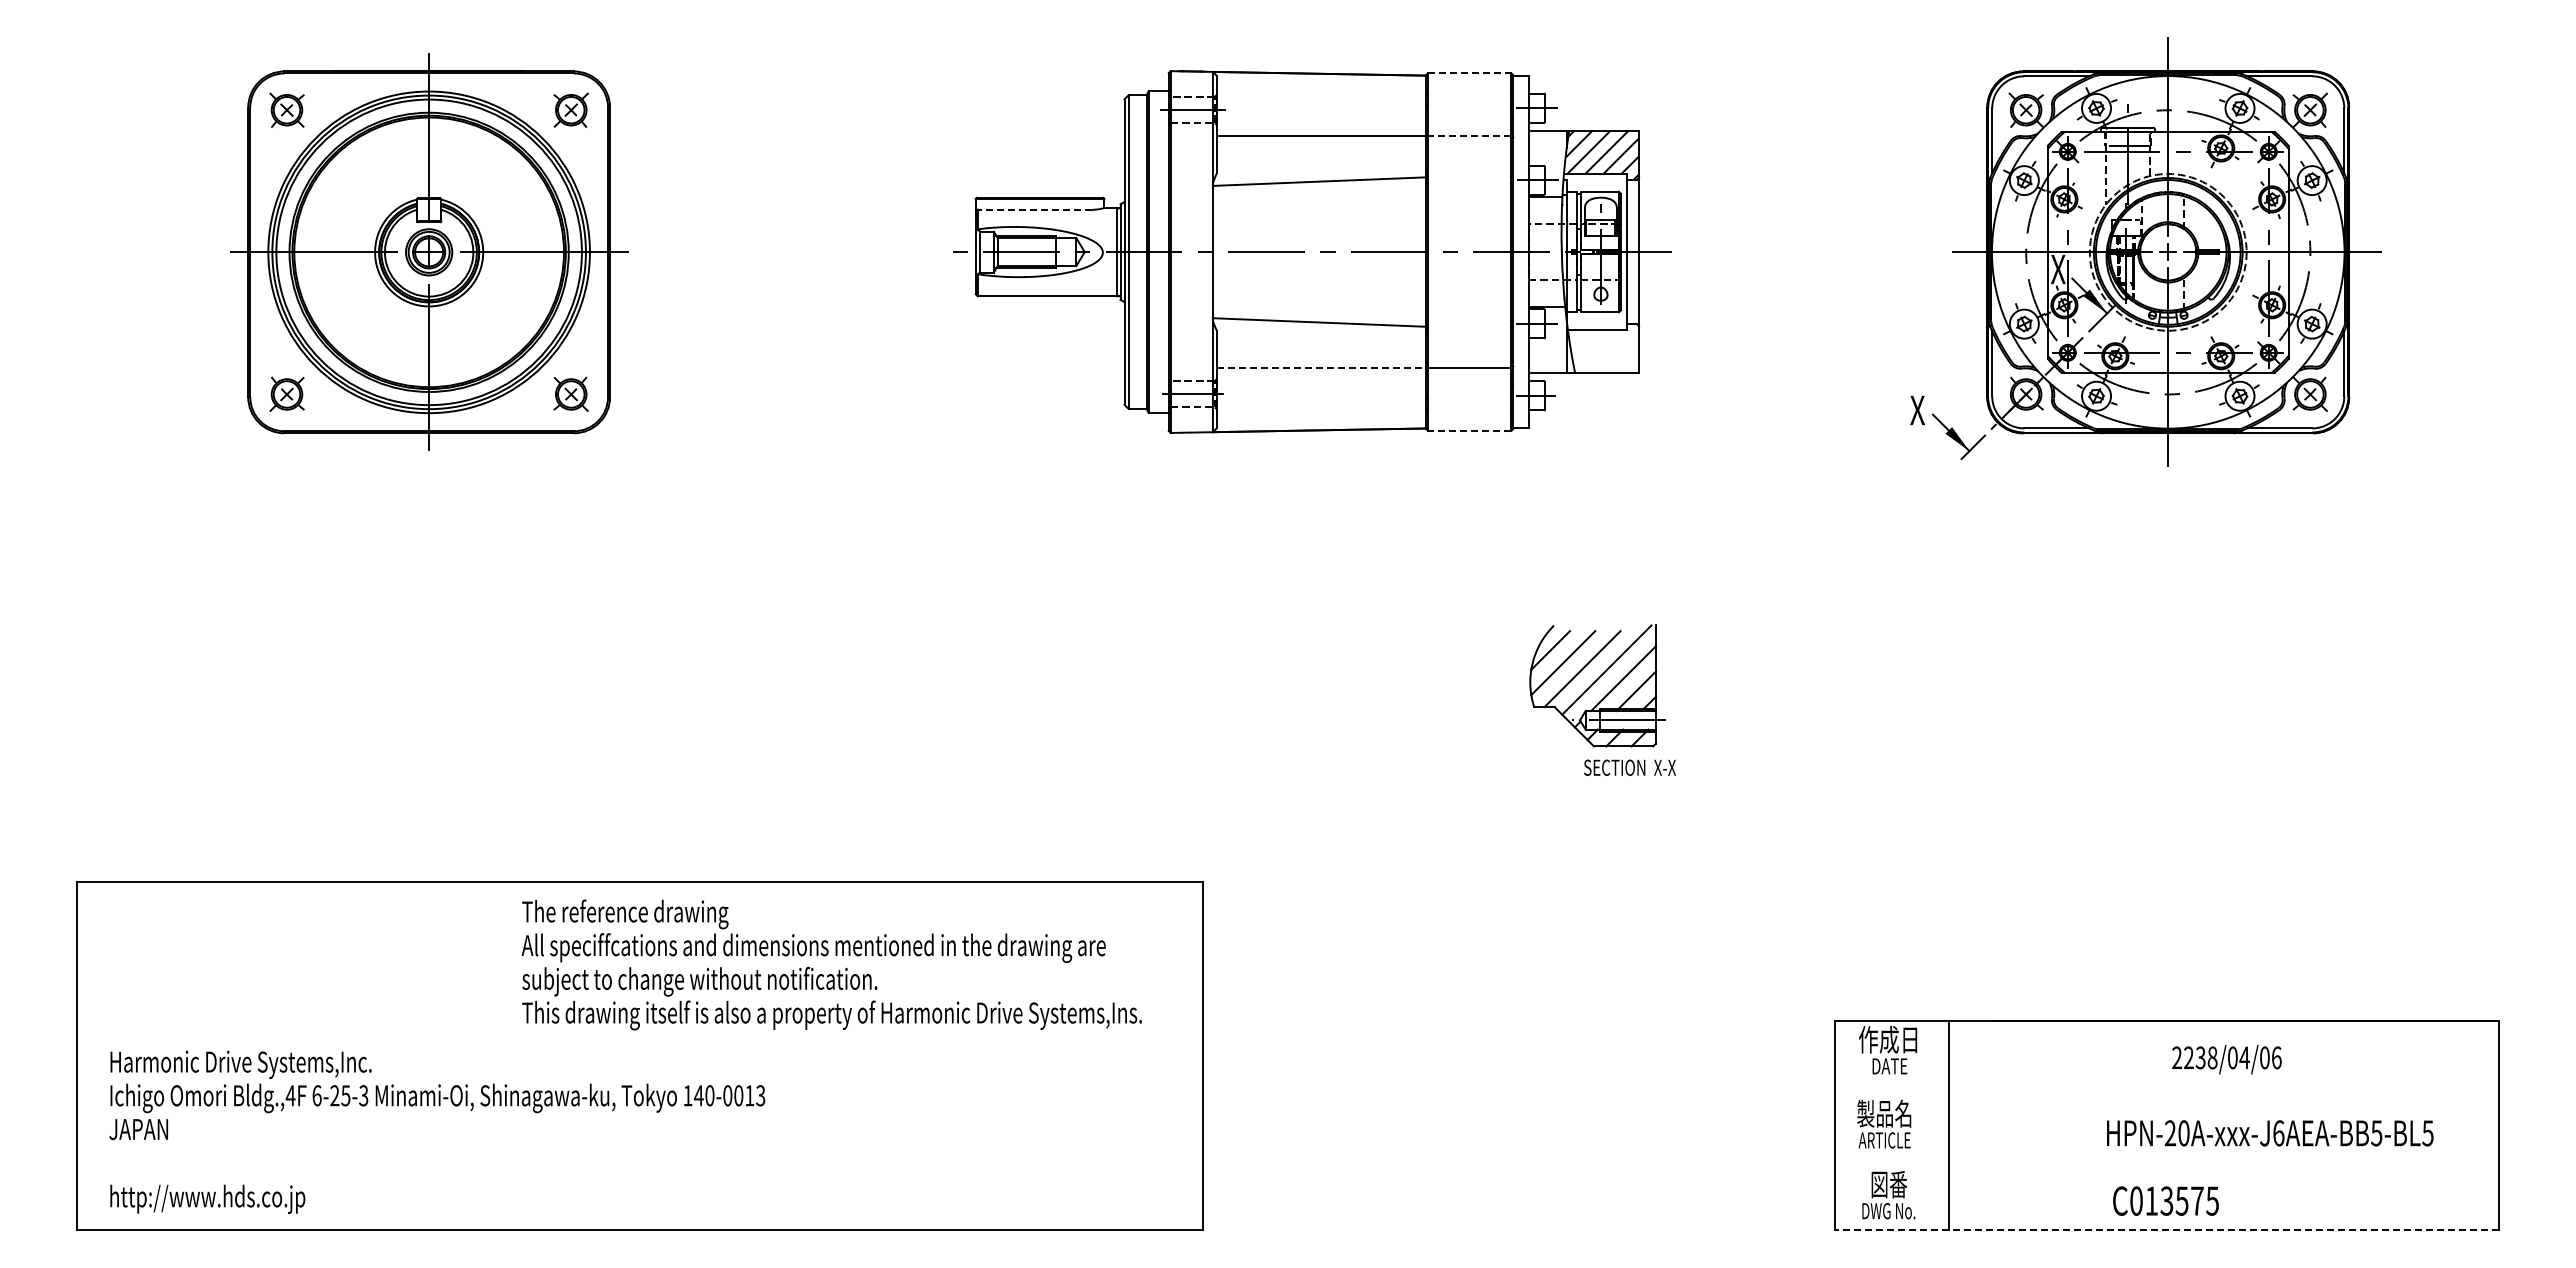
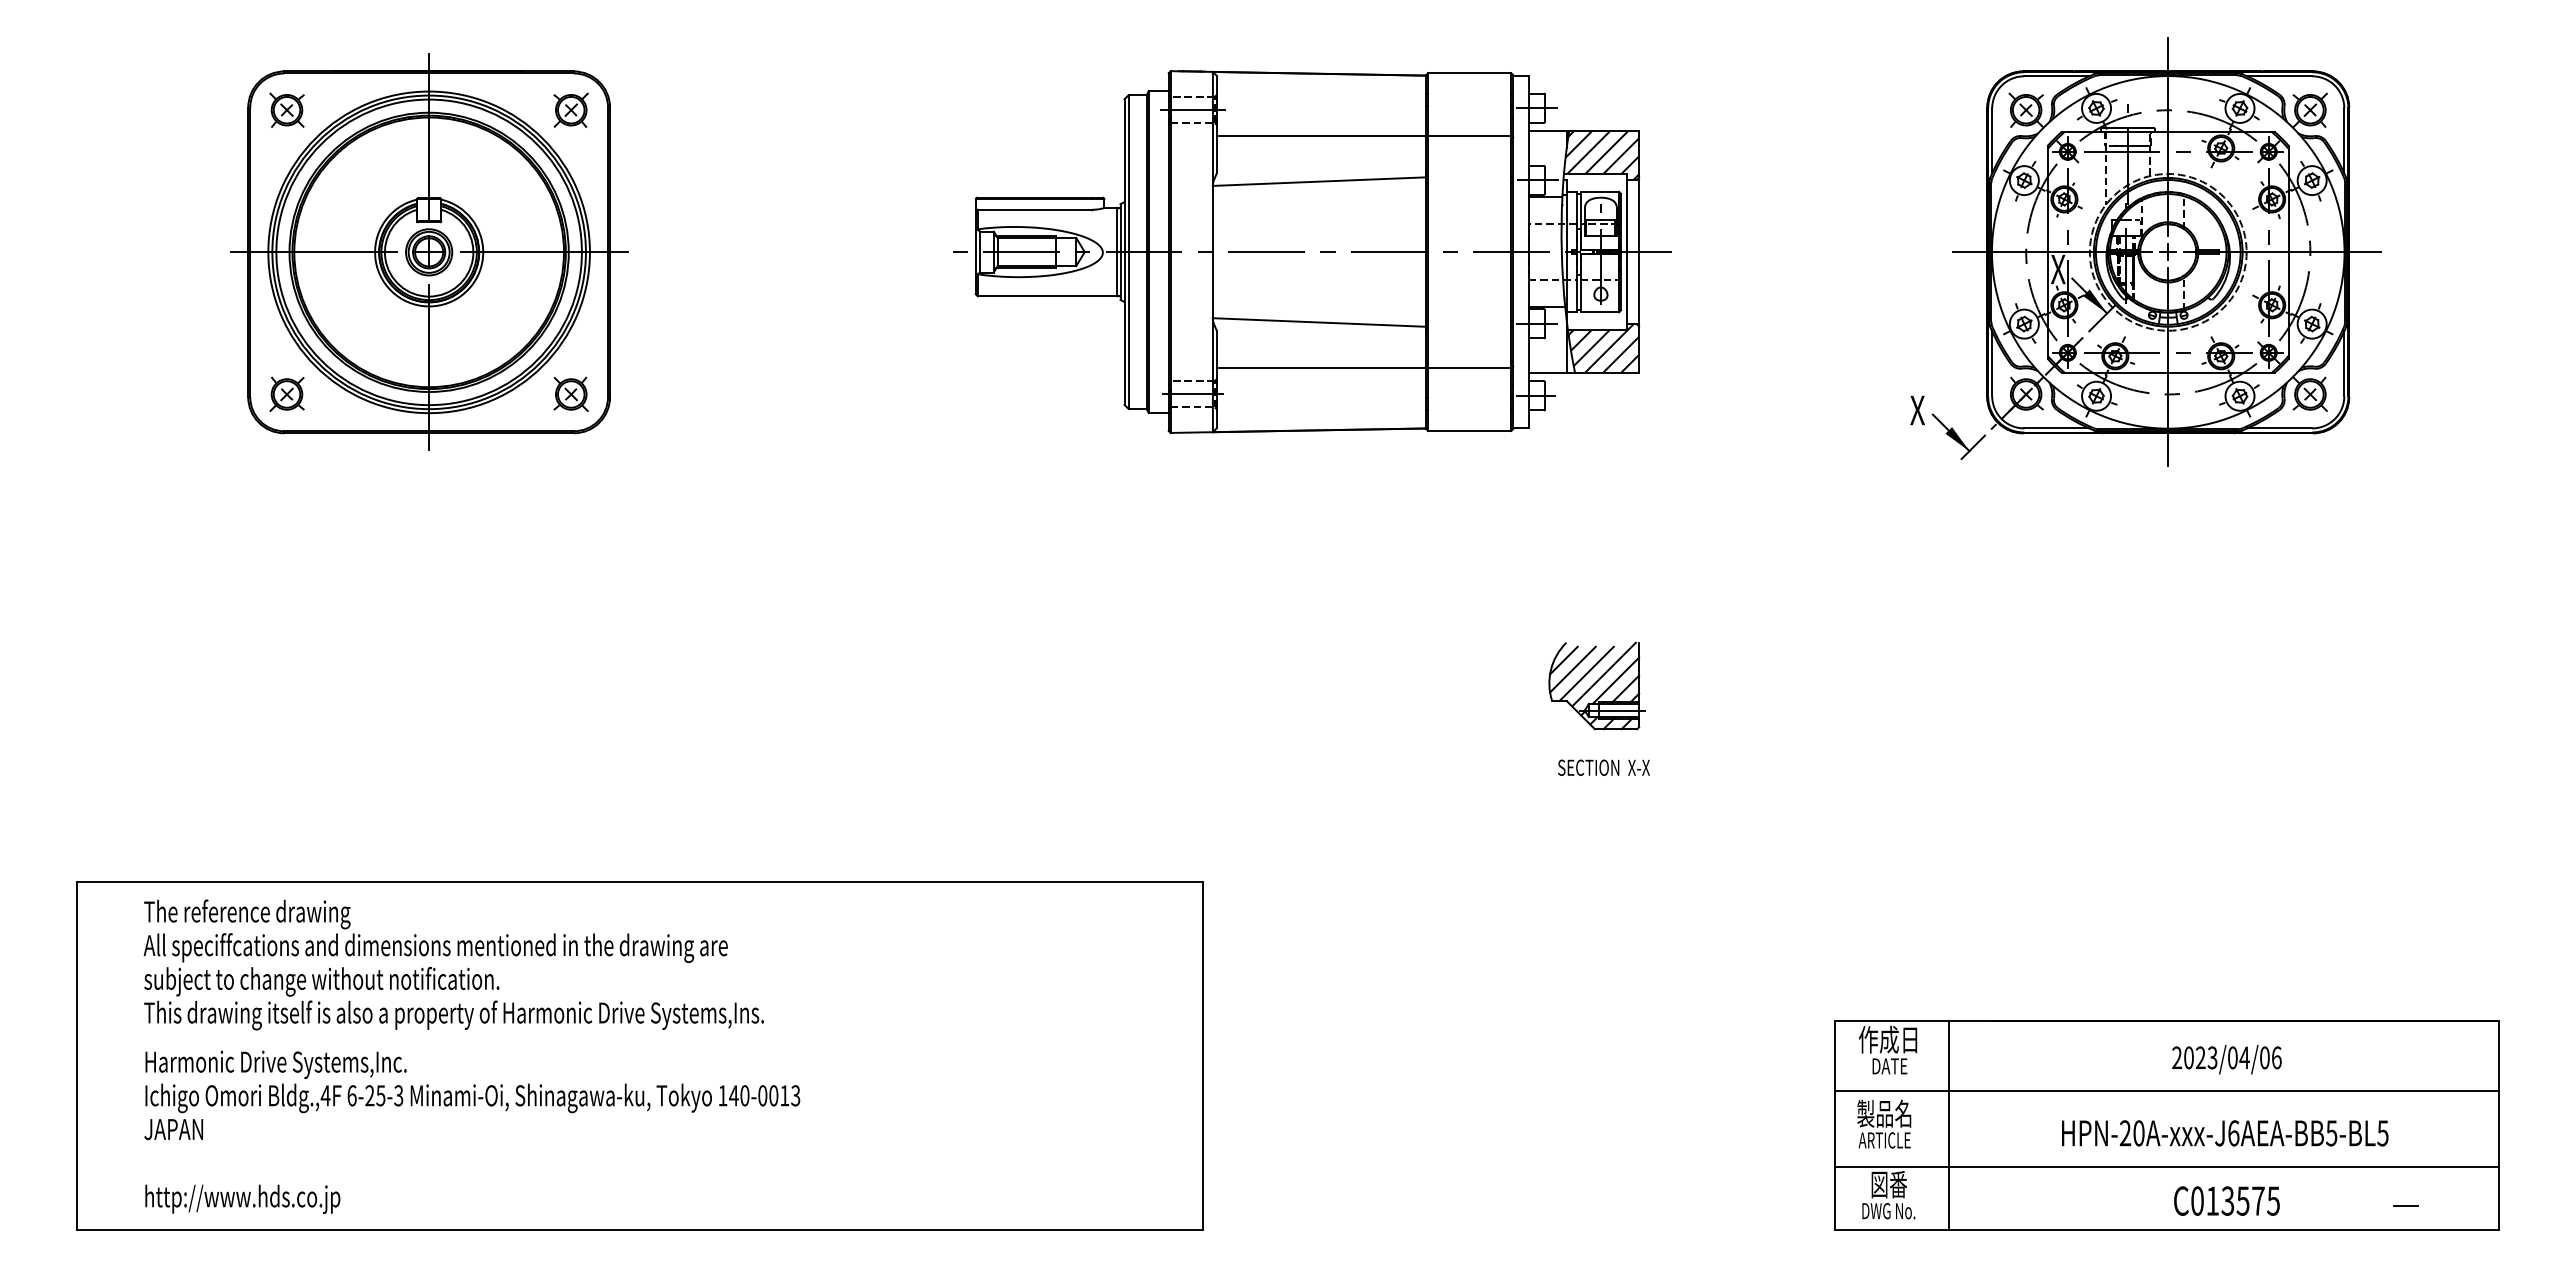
line at (1469, 73): dashed -> solid
line at (1469, 135): dashed -> solid
line at (1034, 209): dashed -> solid
hatch at (1603, 348): none -> present
line at (1321, 368): dashed -> solid
line at (1469, 430): dashed -> solid
part at (1597, 685) size: 137x124 px -> 98x90 px
text at (1629, 767) position: (1629, 767) -> (1603, 767)
text at (831, 964) position: (831, 964) -> (453, 964)
text at (2200, 1057): 2238/04/06 -> 2023/04/06
line at (2166, 1090): none -> present
text at (437, 1131) position: (437, 1131) -> (472, 1131)
text at (2270, 1133) position: (2270, 1133) -> (2225, 1133)
line at (2166, 1166): none -> present
text at (2165, 1200) position: (2165, 1200) -> (2226, 1200)
line at (2406, 1205): none -> present
line at (2167, 1230): dashed -> solid
